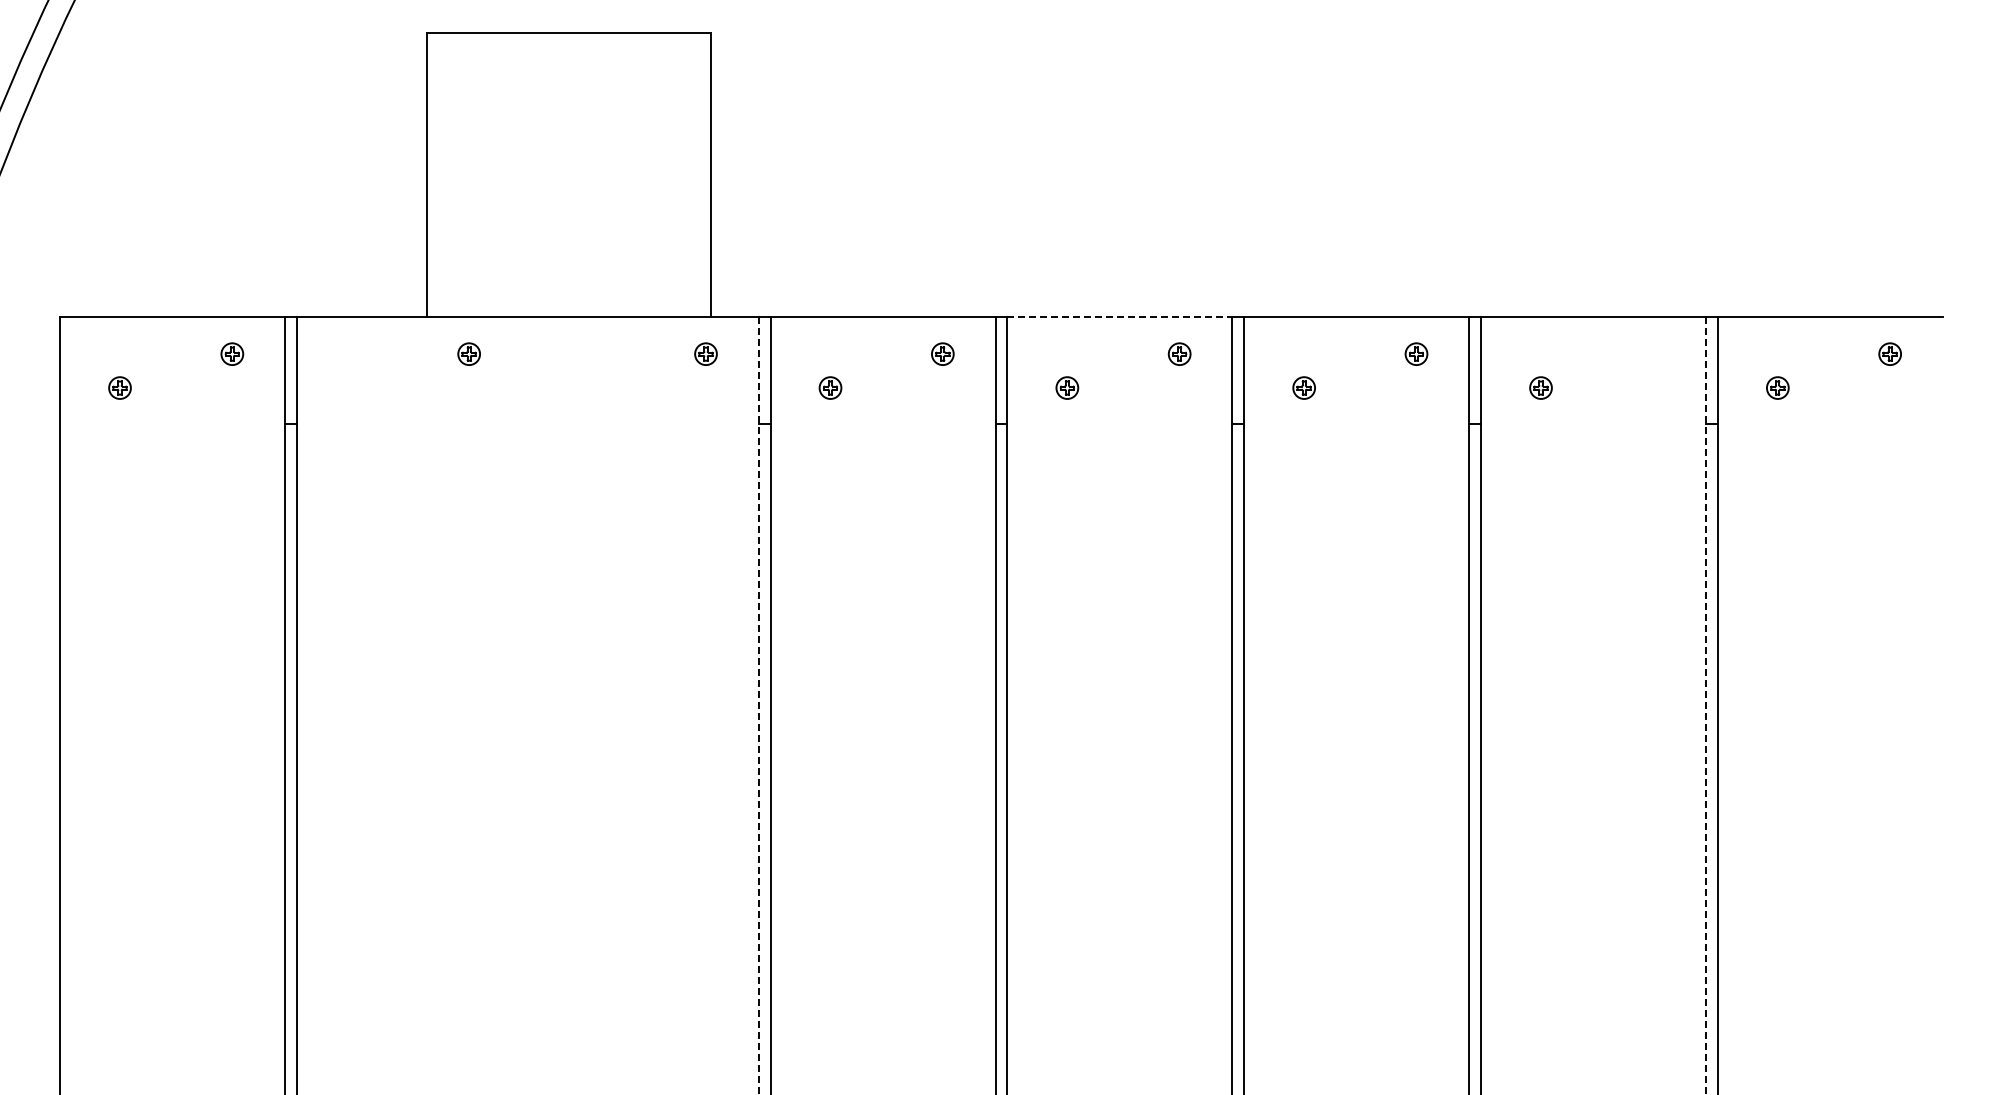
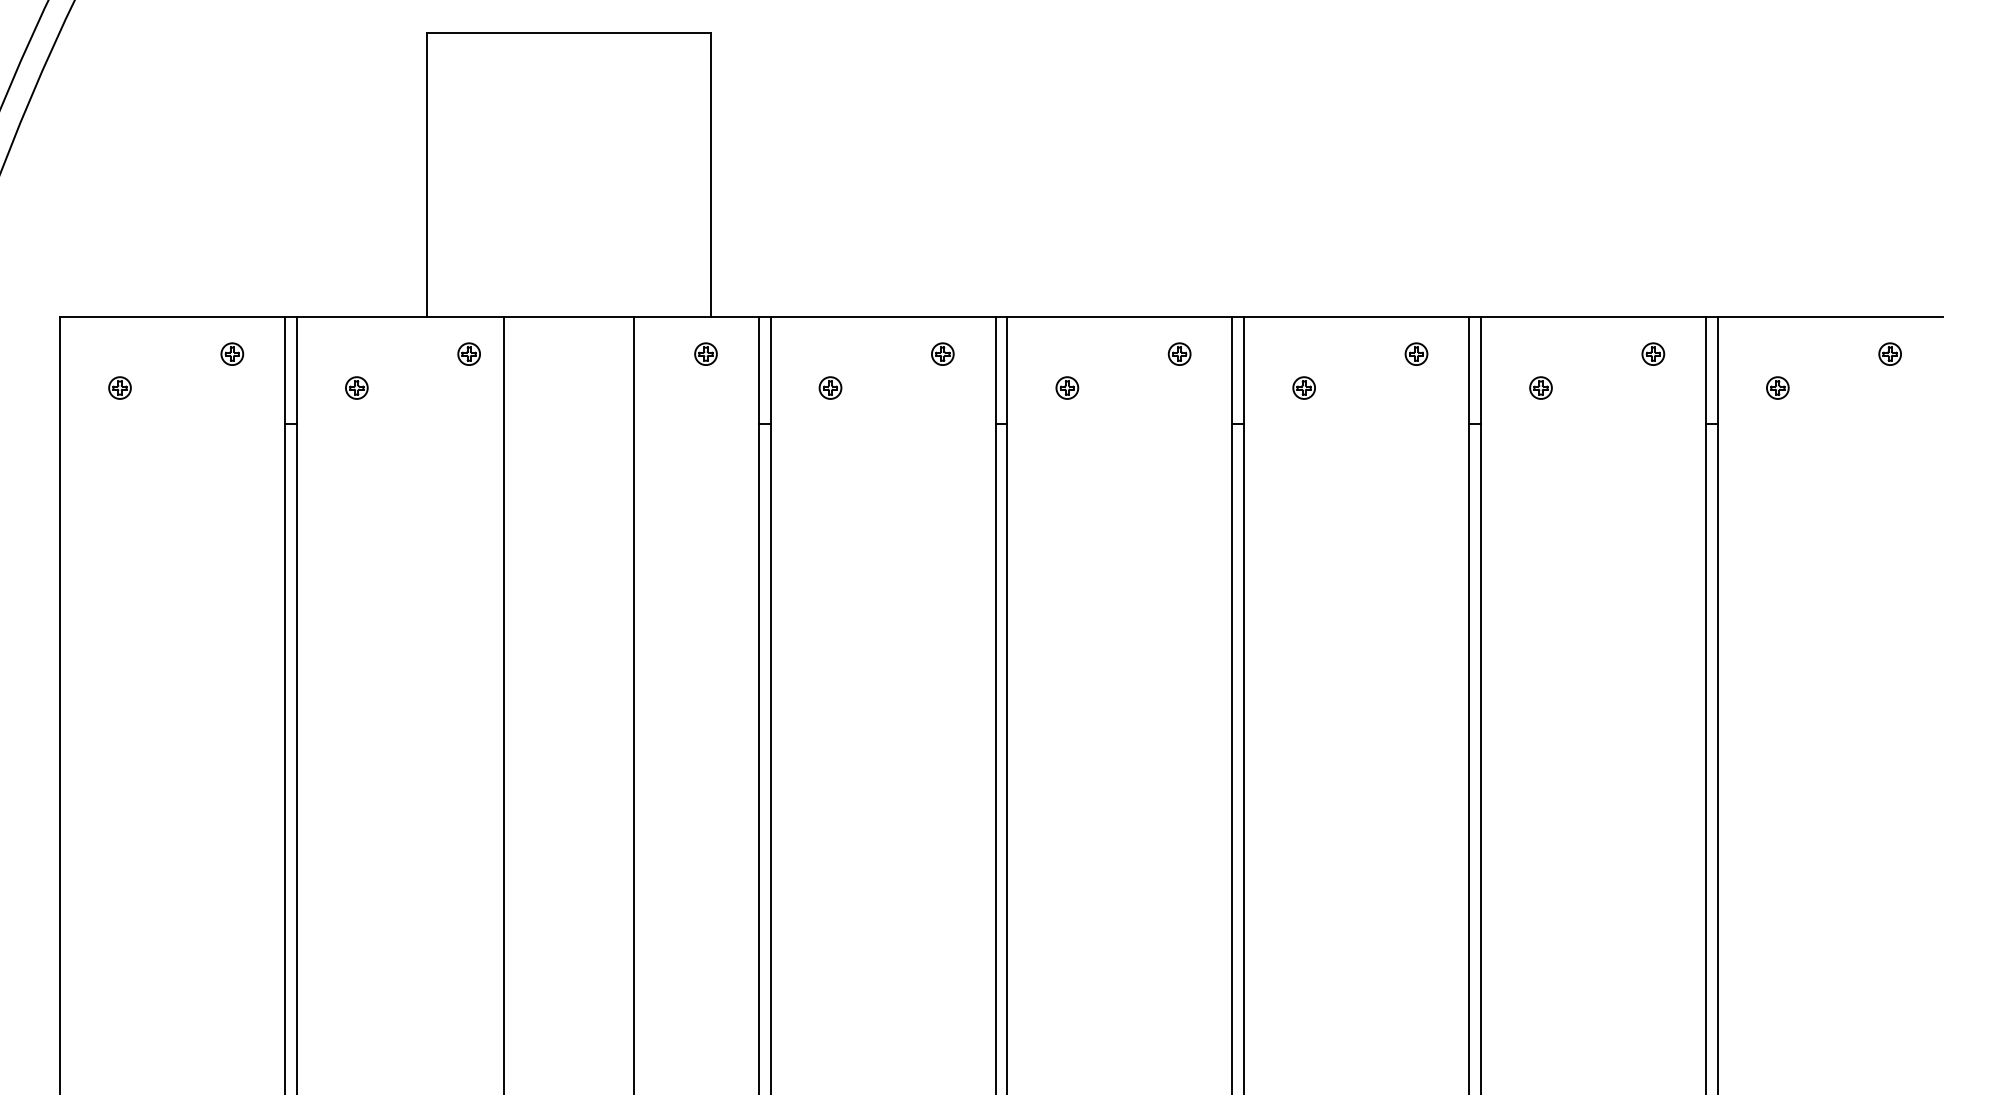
line at (1120, 317): dashed -> solid
part at (1653, 353): none -> present
part at (356, 387): none -> present
line at (504, 704): none -> present
line at (634, 704): none -> present
line at (758, 706): dashed -> solid
line at (1706, 706): dashed -> solid
